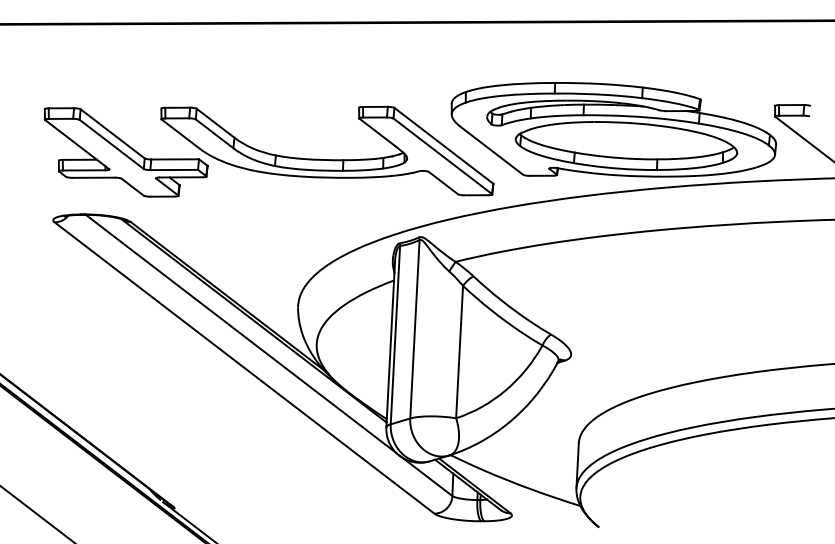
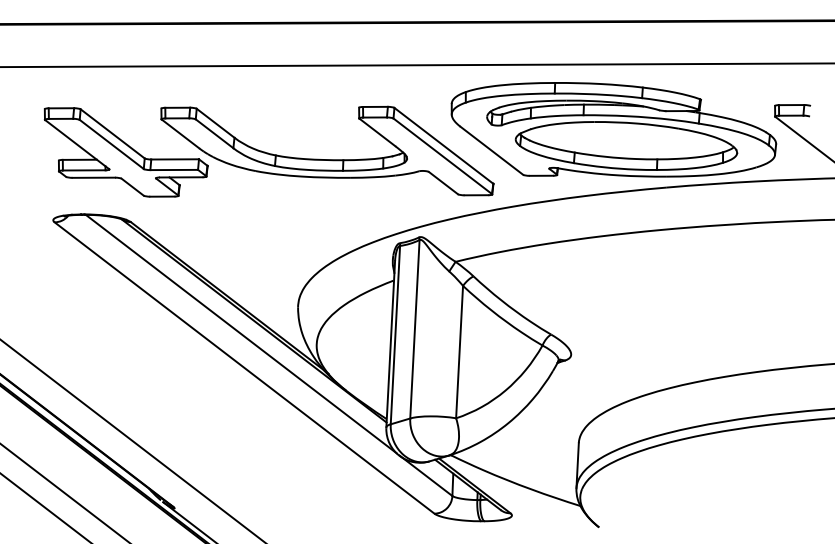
line at (416, 65): none -> present
line at (132, 440): none -> present
line at (64, 492): none -> present
line at (36, 513) position: (36, 513) -> (45, 507)
